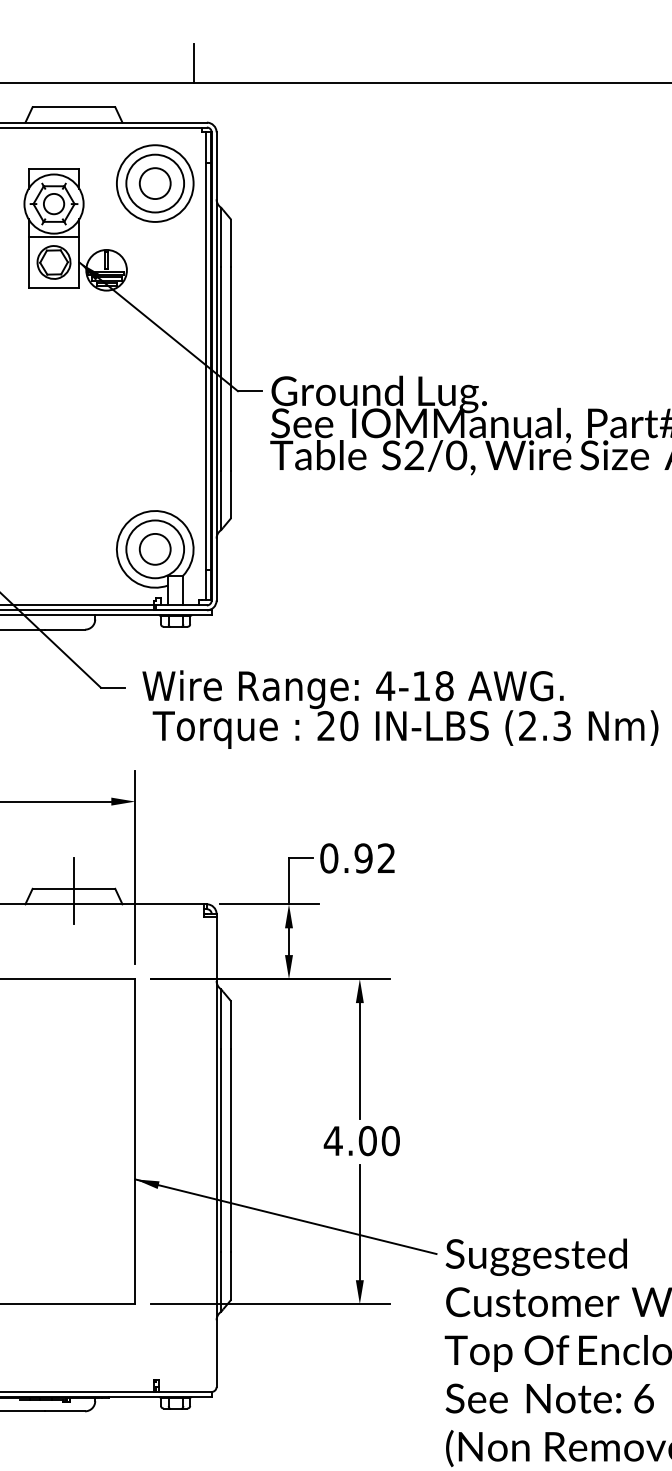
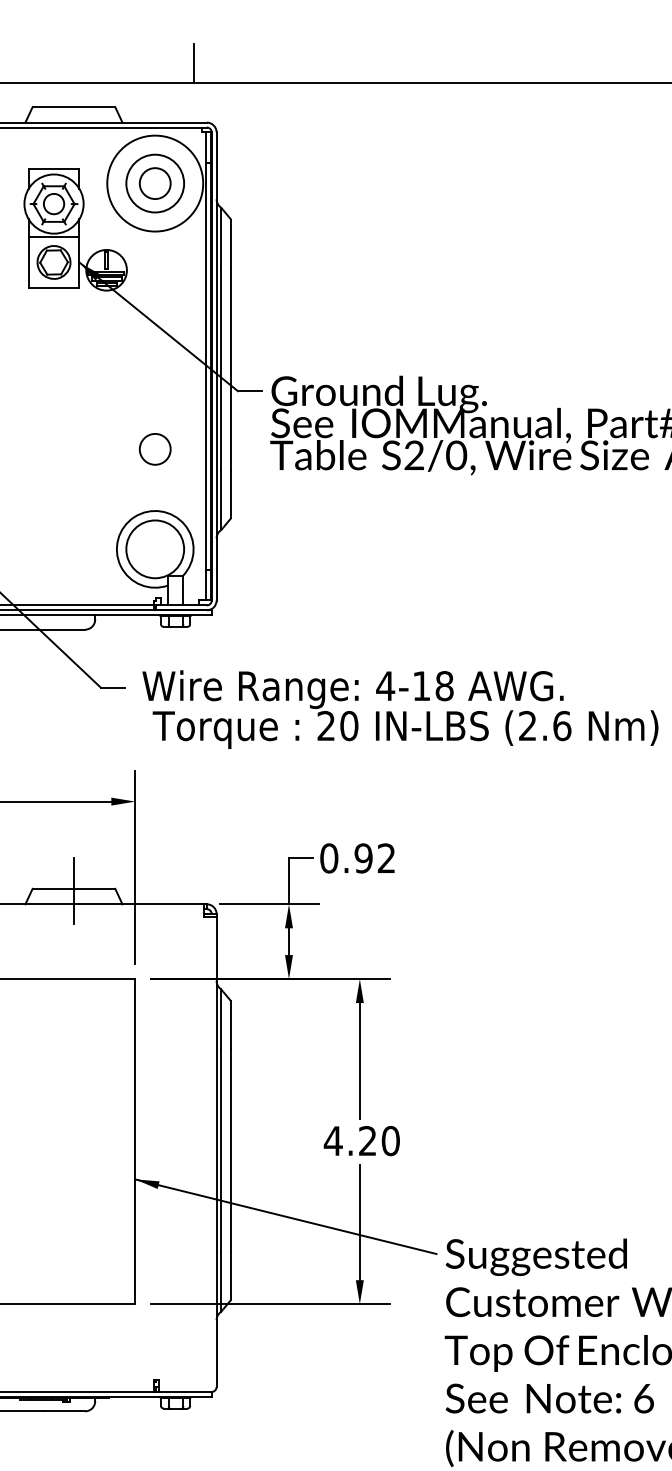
circle at (154, 183) diameter: 77 px -> 96 px
circle at (154, 549) position: (154, 549) -> (154, 449)
text at (562, 726): (2.3 -> (2.6
text at (367, 1141): 4.00 -> 4.20
